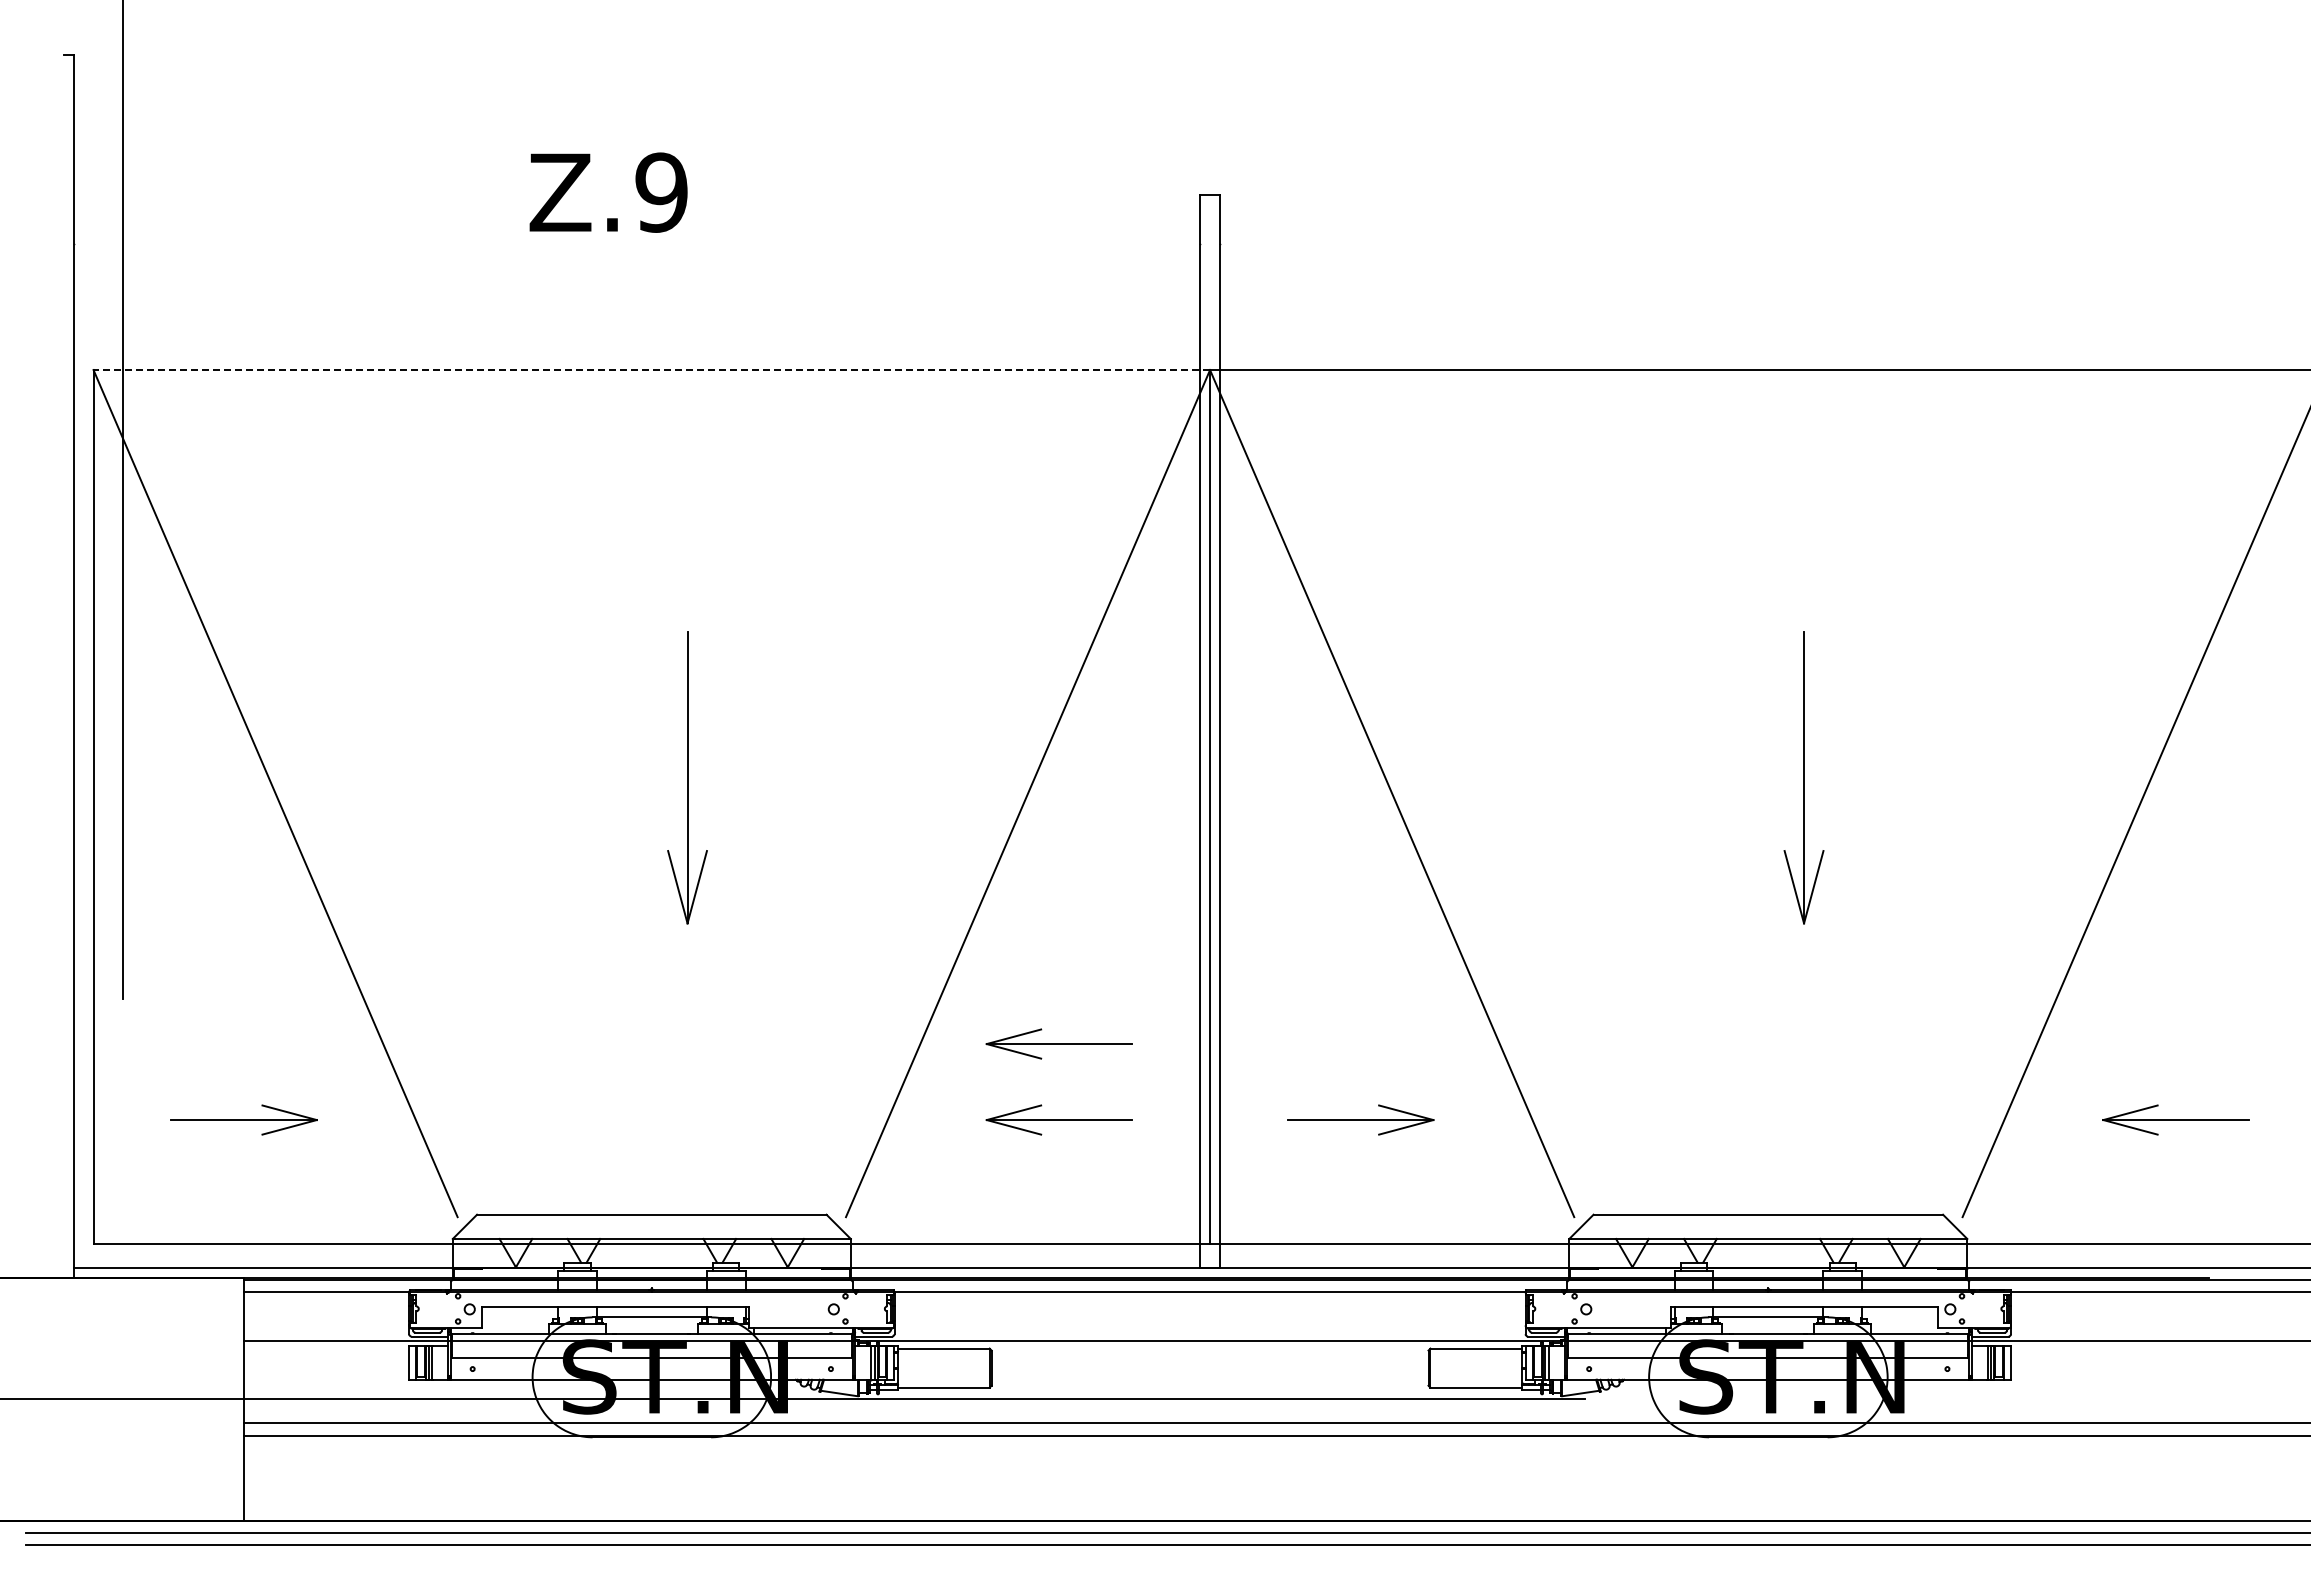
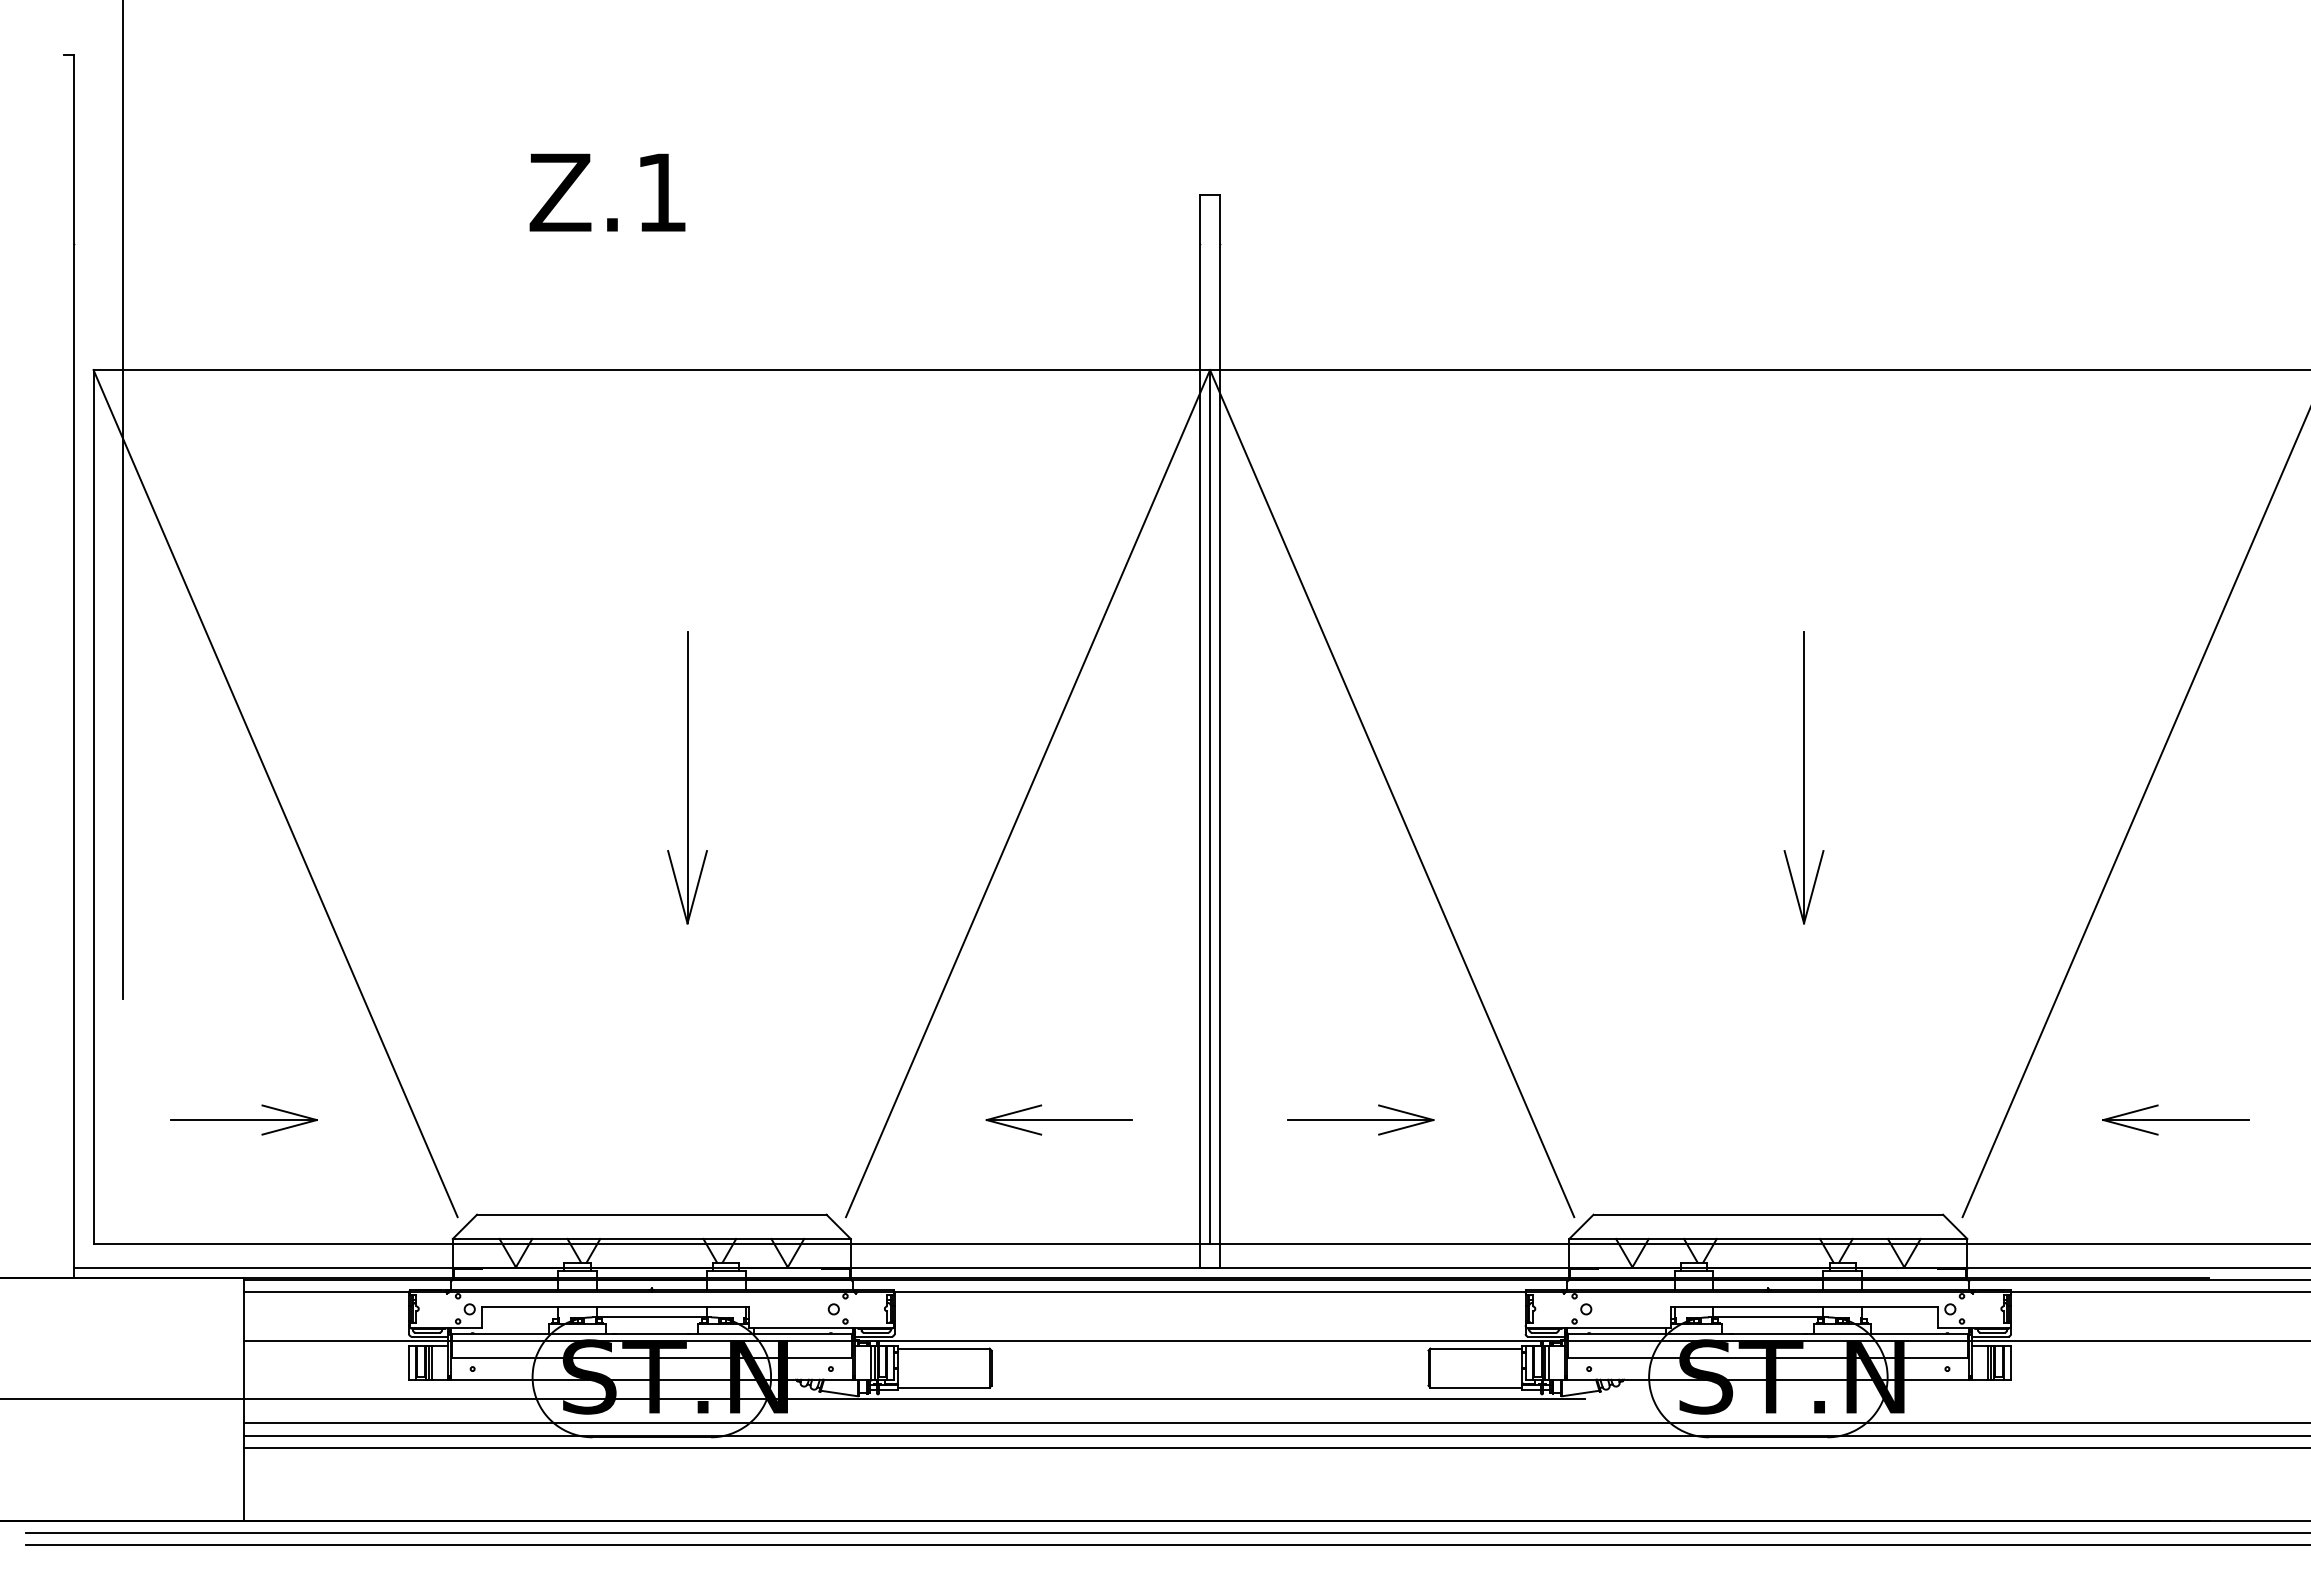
text at (661, 192): Z.9 -> Z.1
line at (651, 370): dashed -> solid
part at (1058, 1043): present -> none
line at (1275, 1447): none -> present
